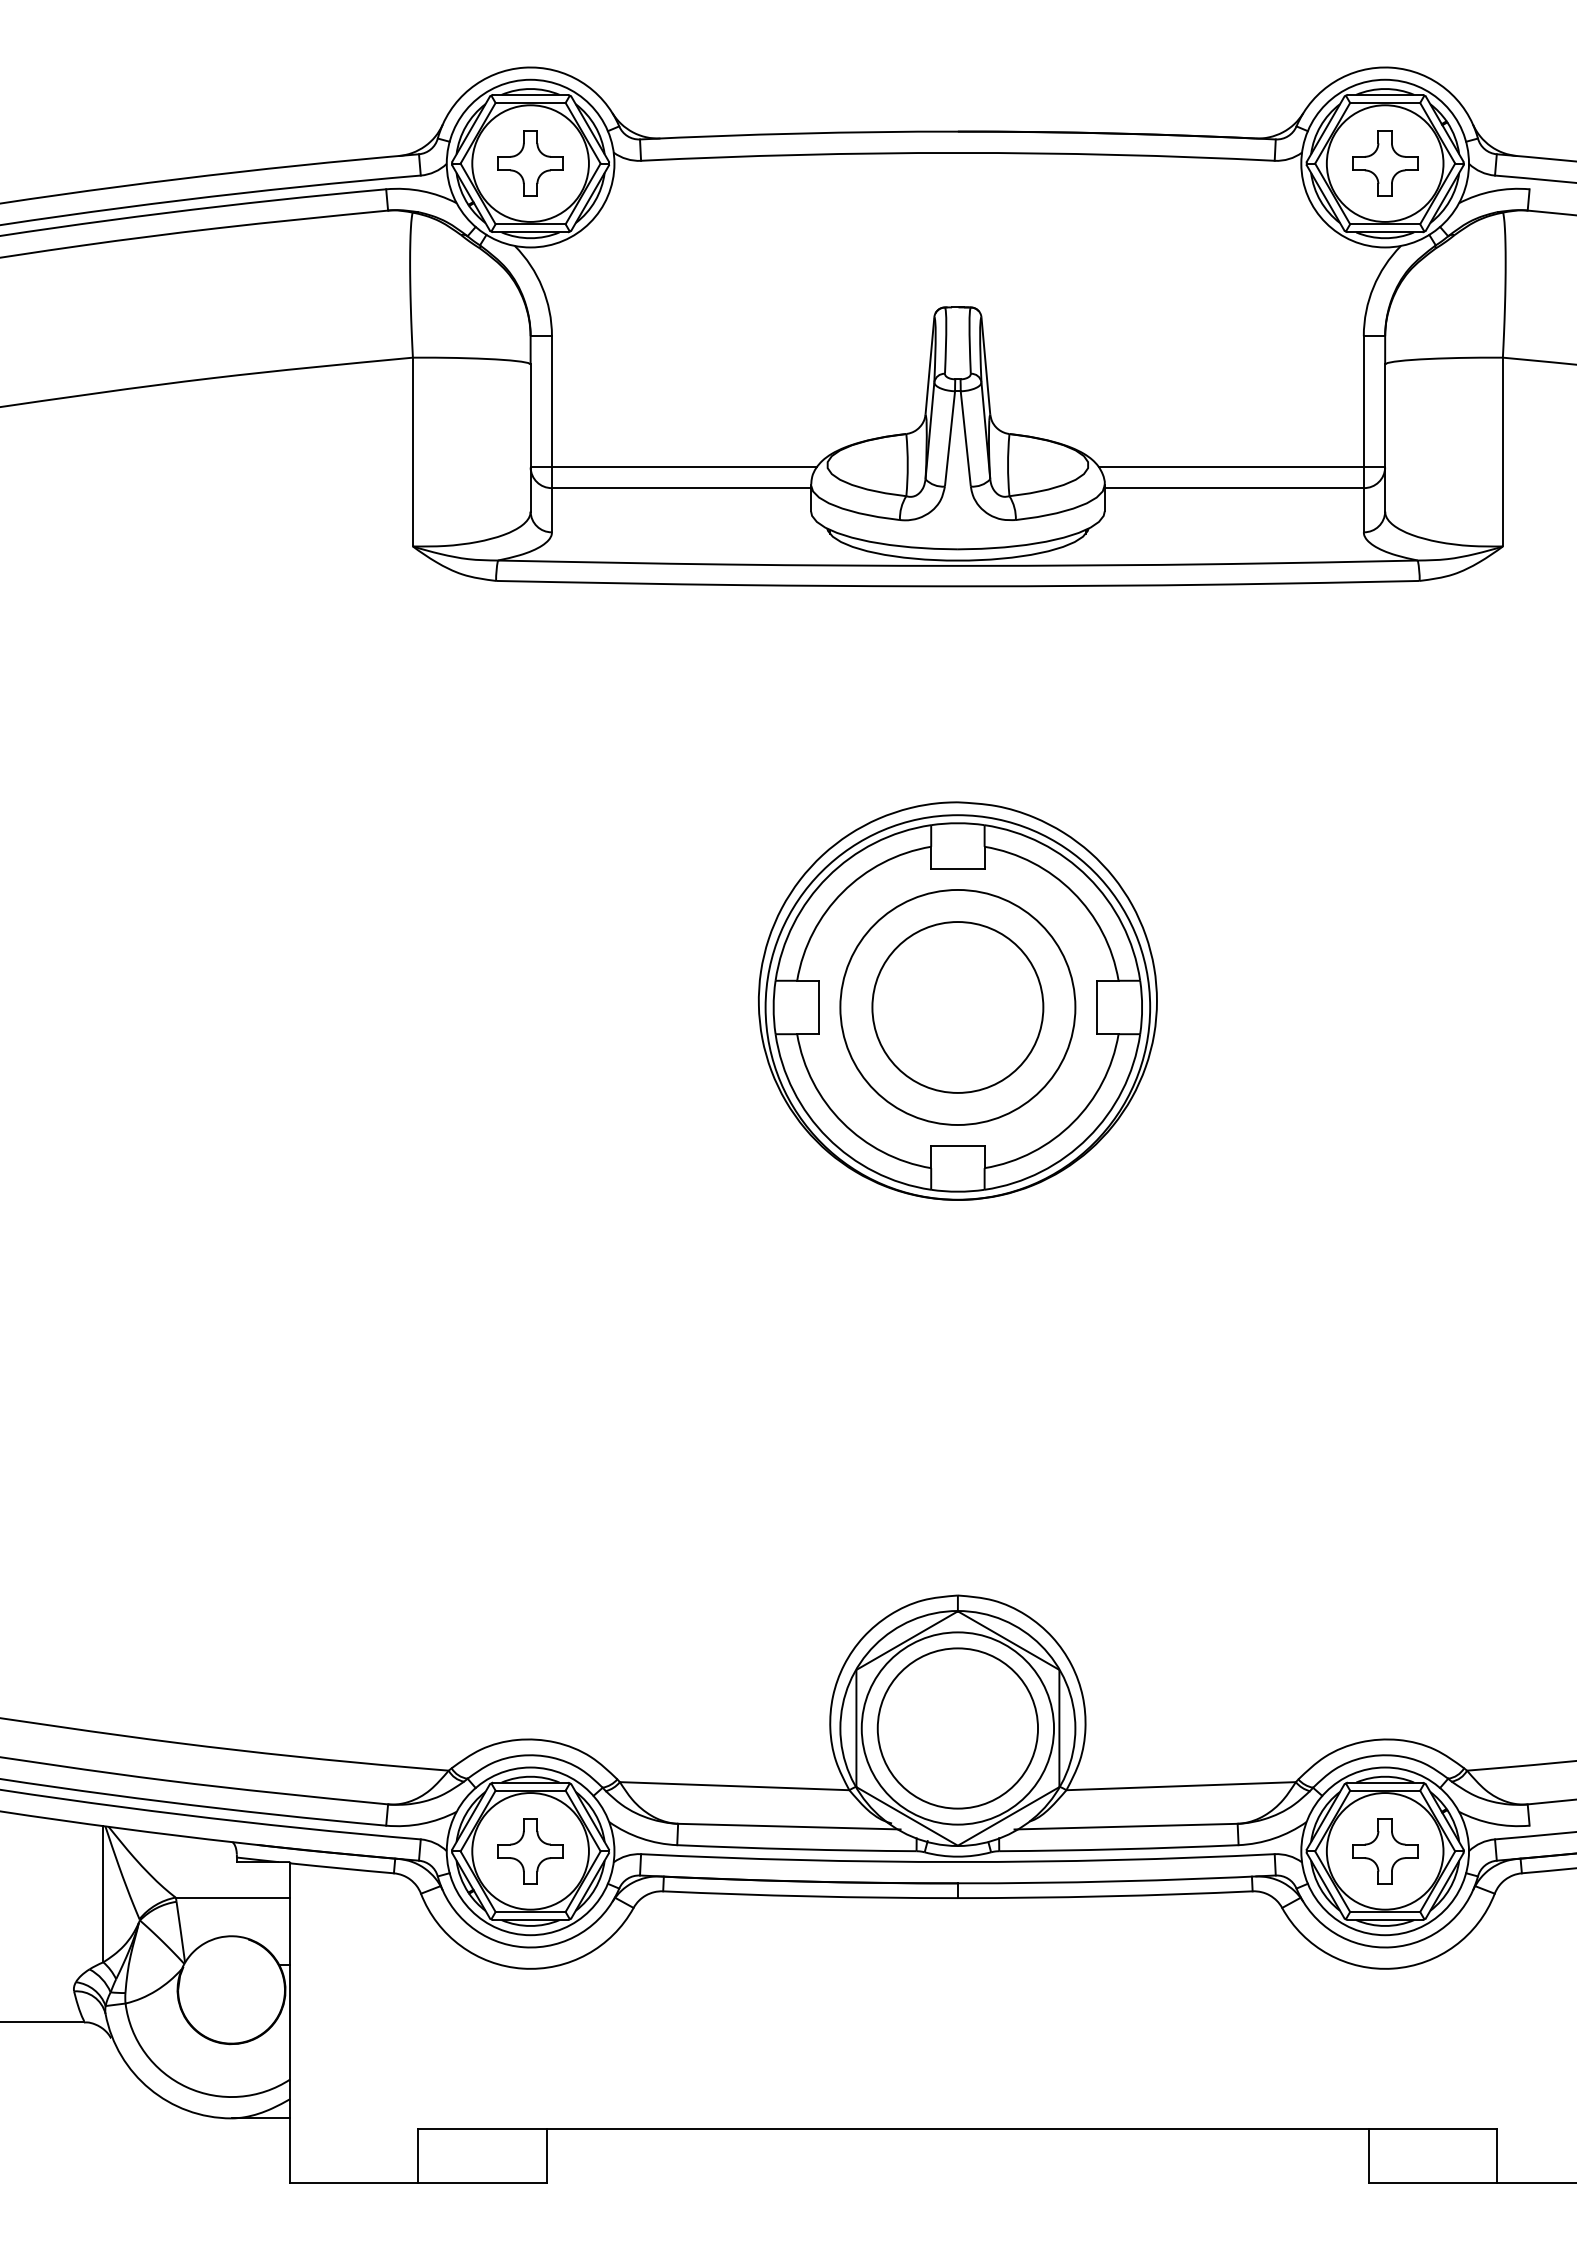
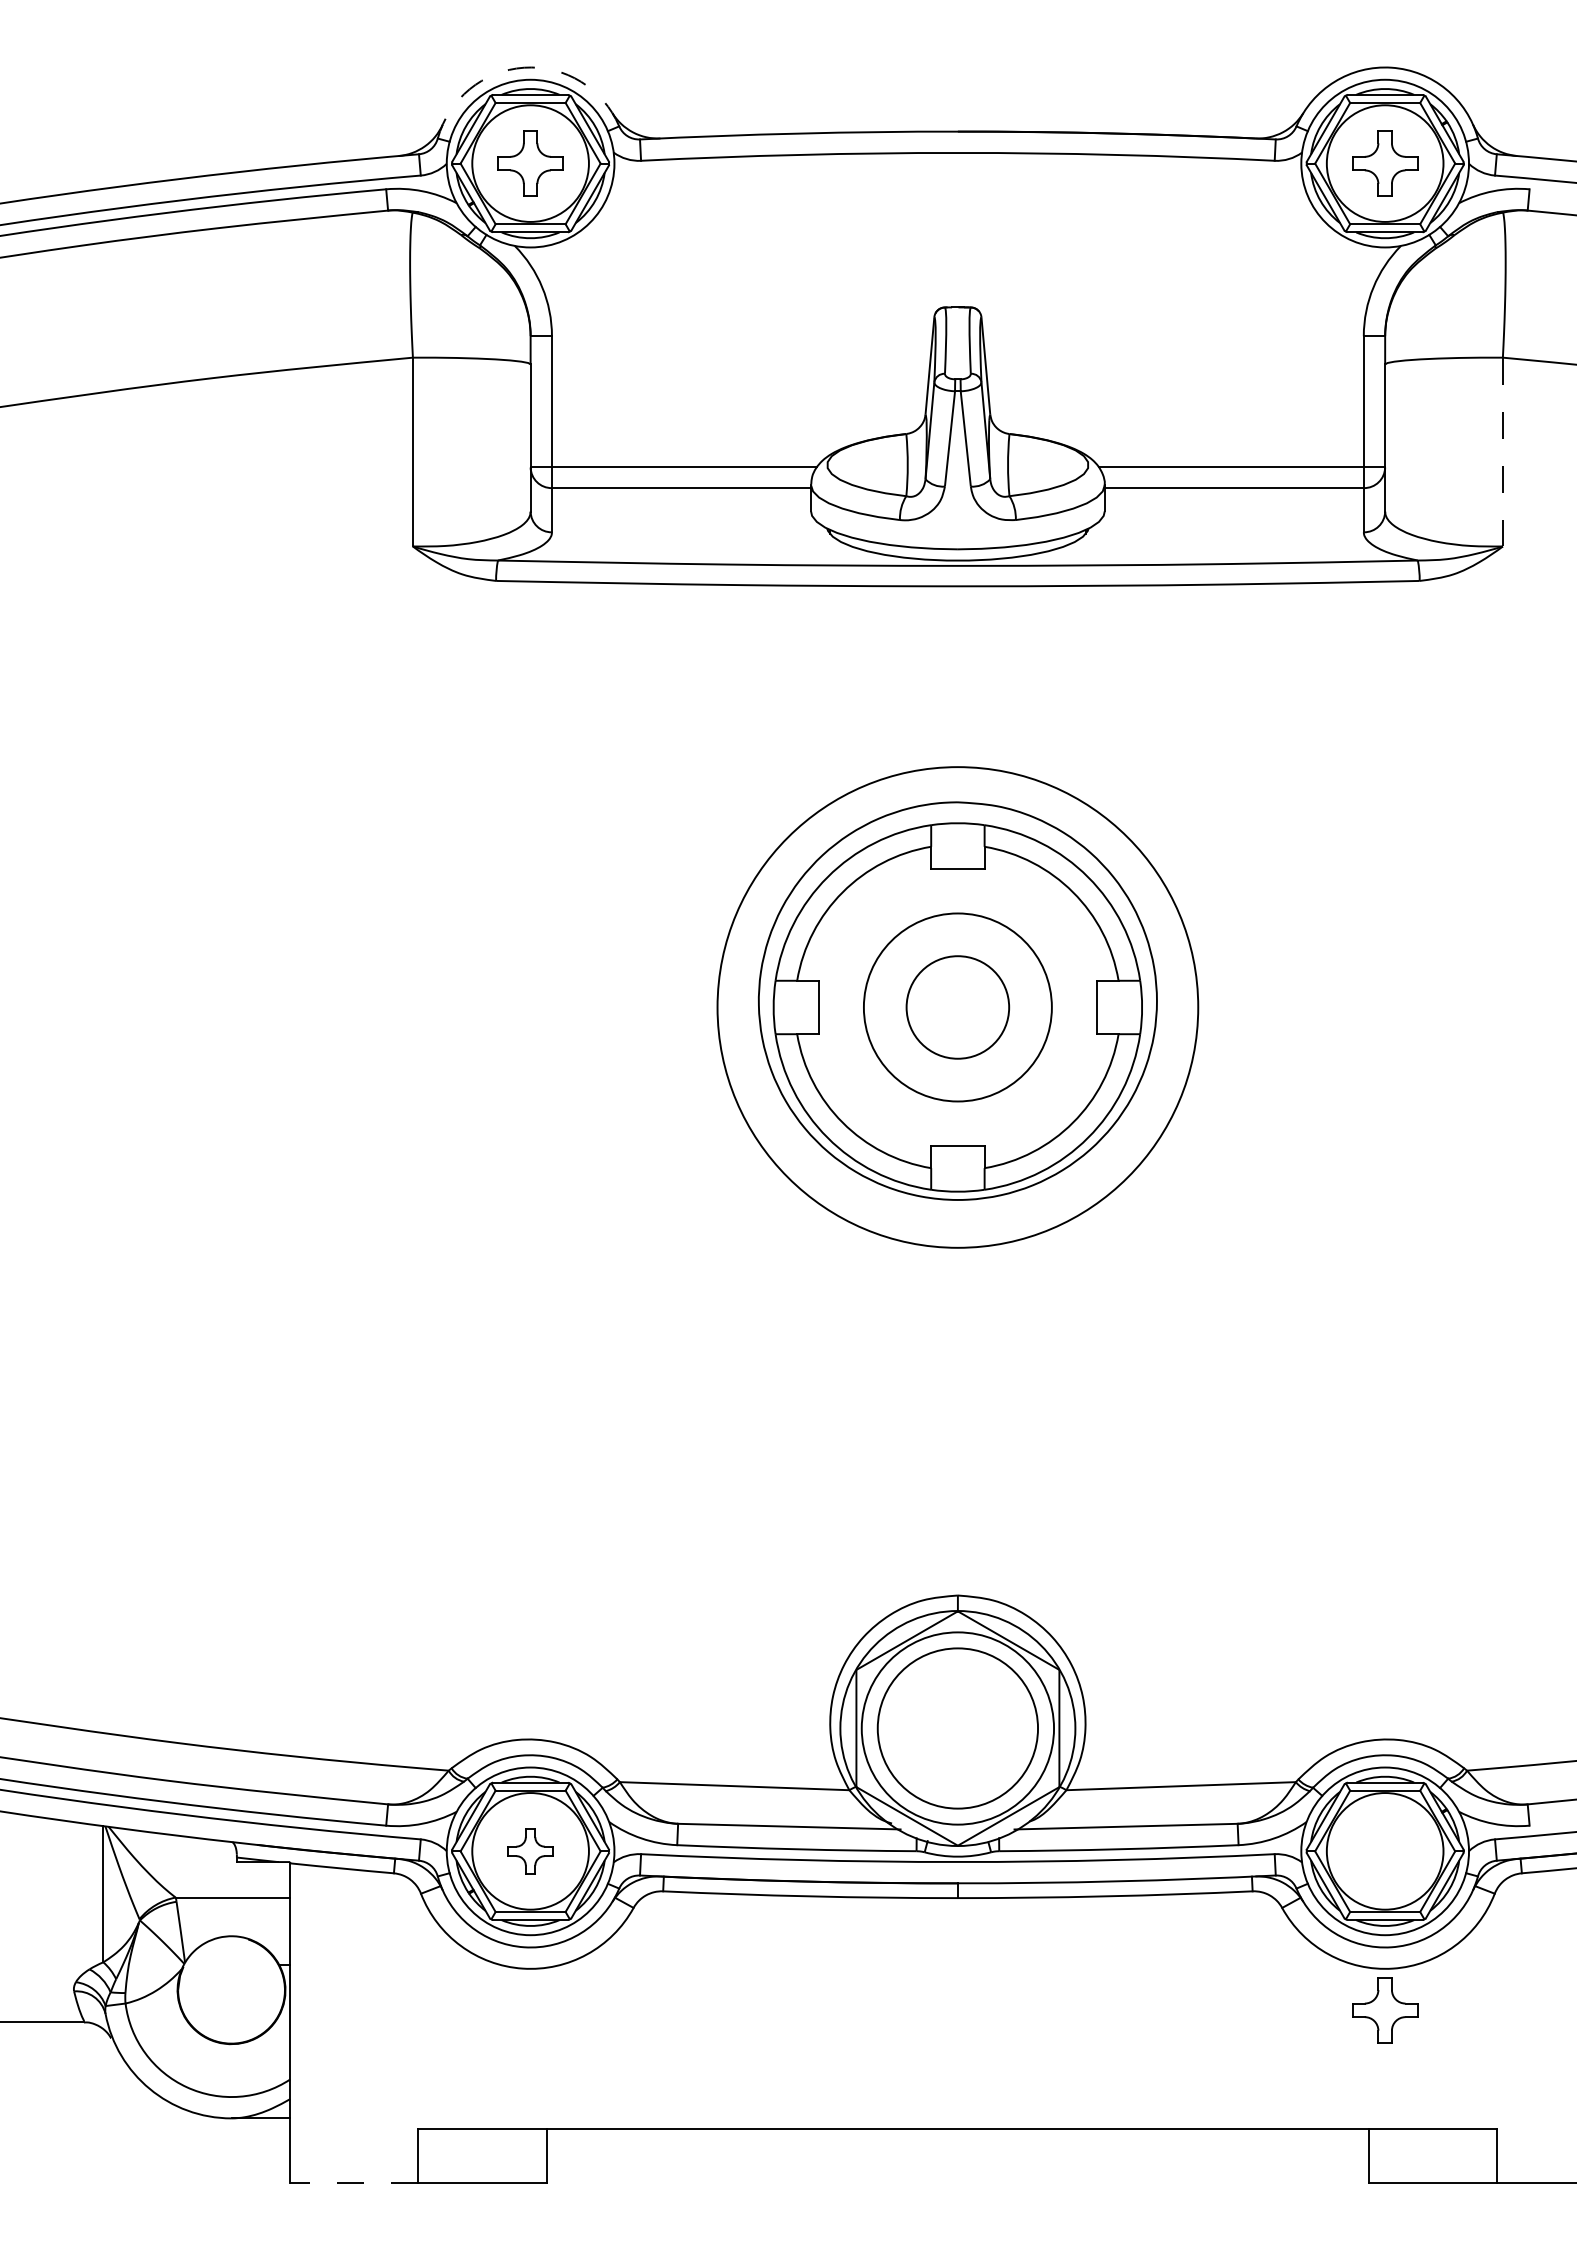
arc at (524, 67): solid -> dashed
line at (1502, 452): solid -> dashed
circle at (957, 1006) diameter: 235 px -> 188 px
circle at (957, 1007) diameter: 171 px -> 103 px
circle at (957, 1007) diameter: 385 px -> 481 px
part at (530, 1851) size: 67x67 px -> 47x47 px
part at (1385, 1851) position: (1385, 1851) -> (1385, 2010)
line at (353, 2182): solid -> dashed
